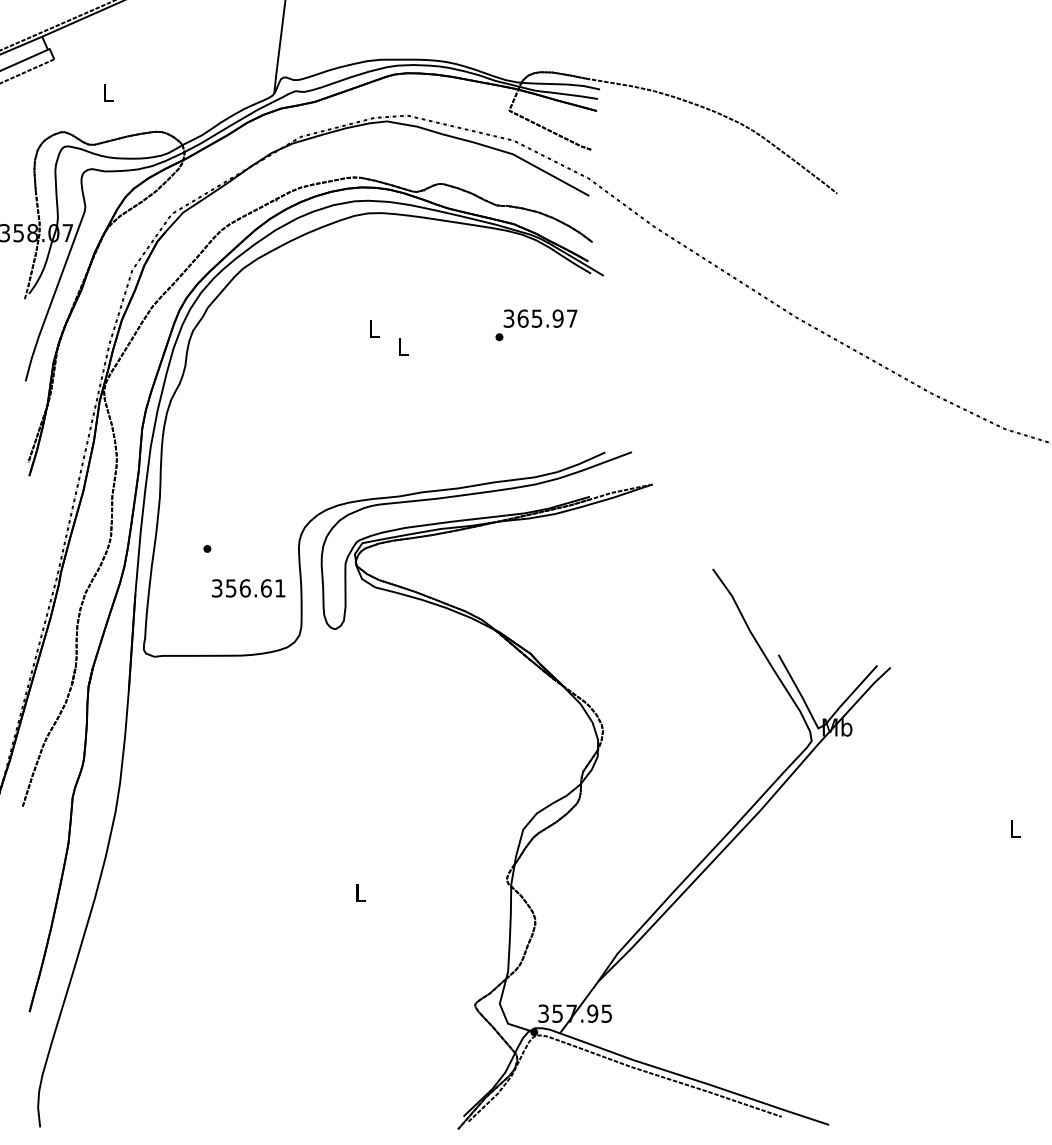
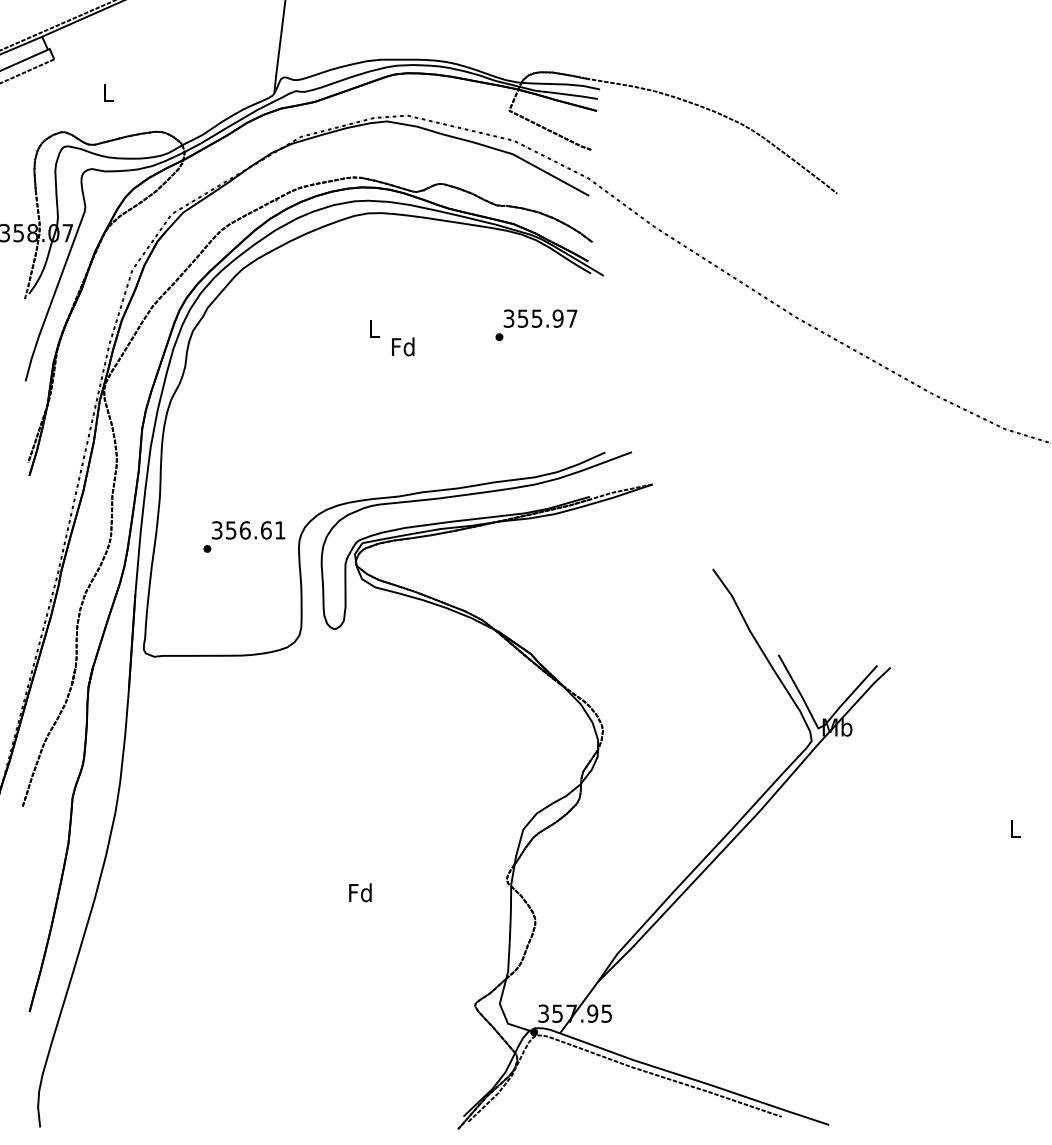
text at (522, 318): 365.97 -> 355.97
text at (403, 346): L -> Fd
text at (248, 588) position: (248, 588) -> (248, 530)
text at (360, 892): L -> Fd
